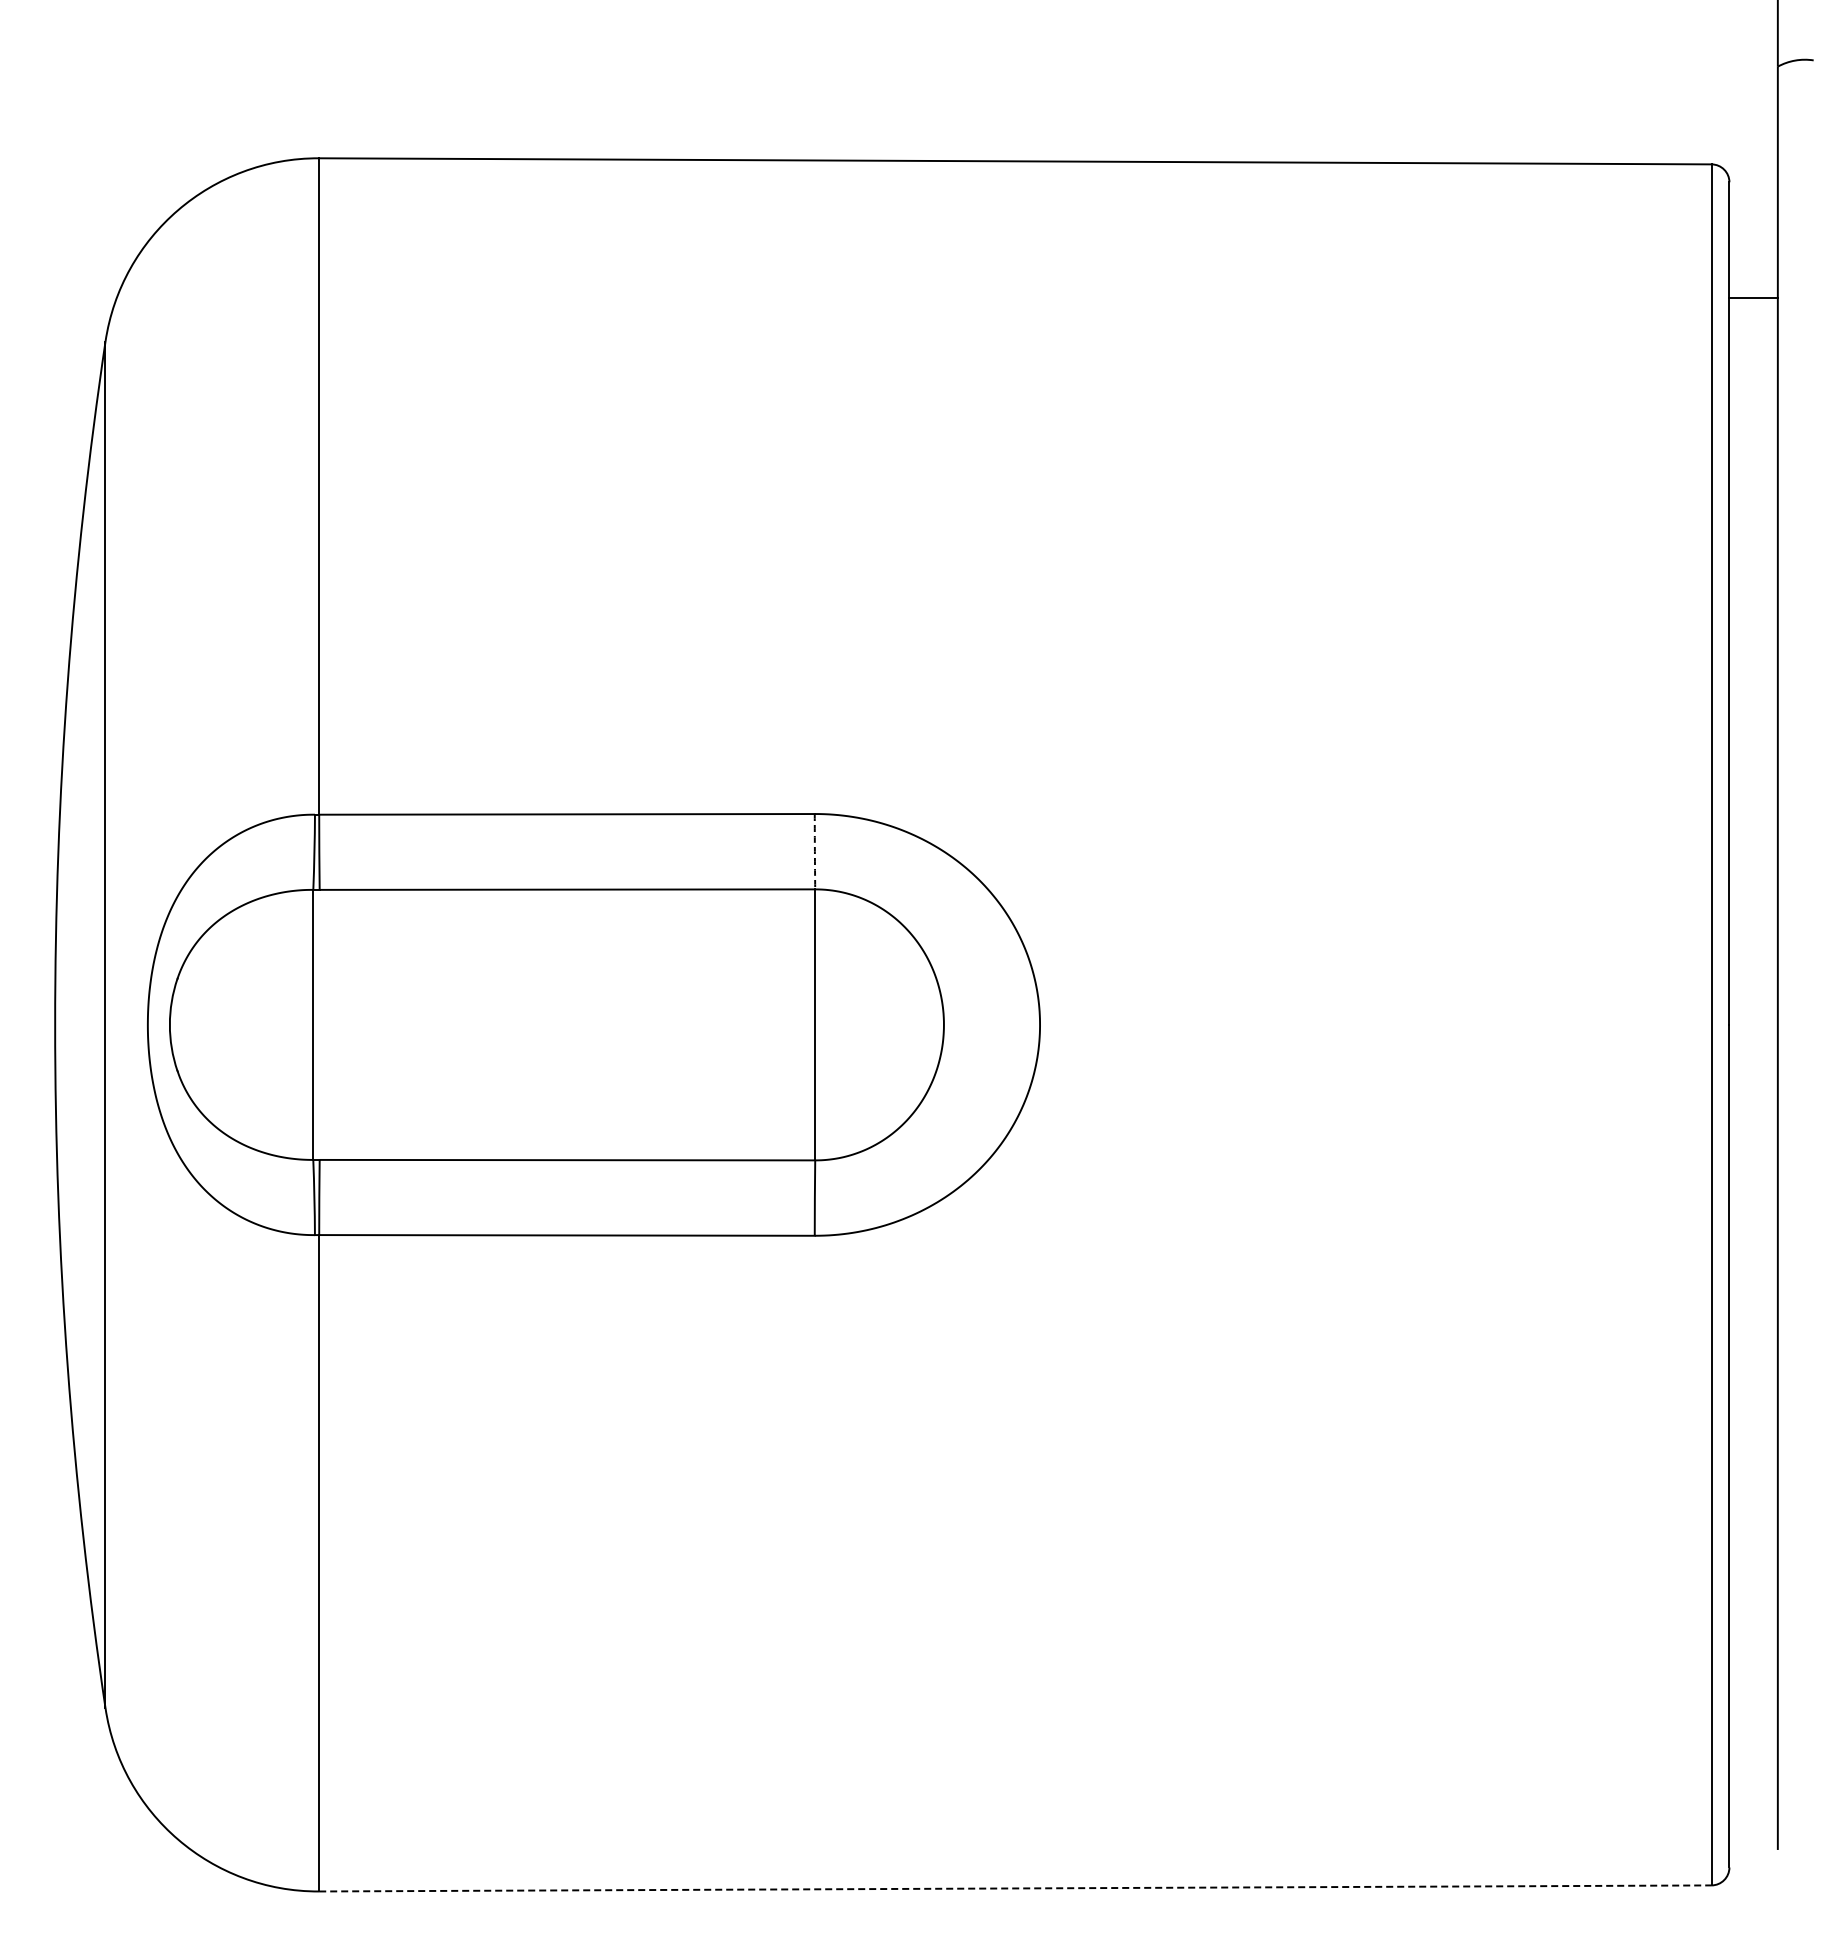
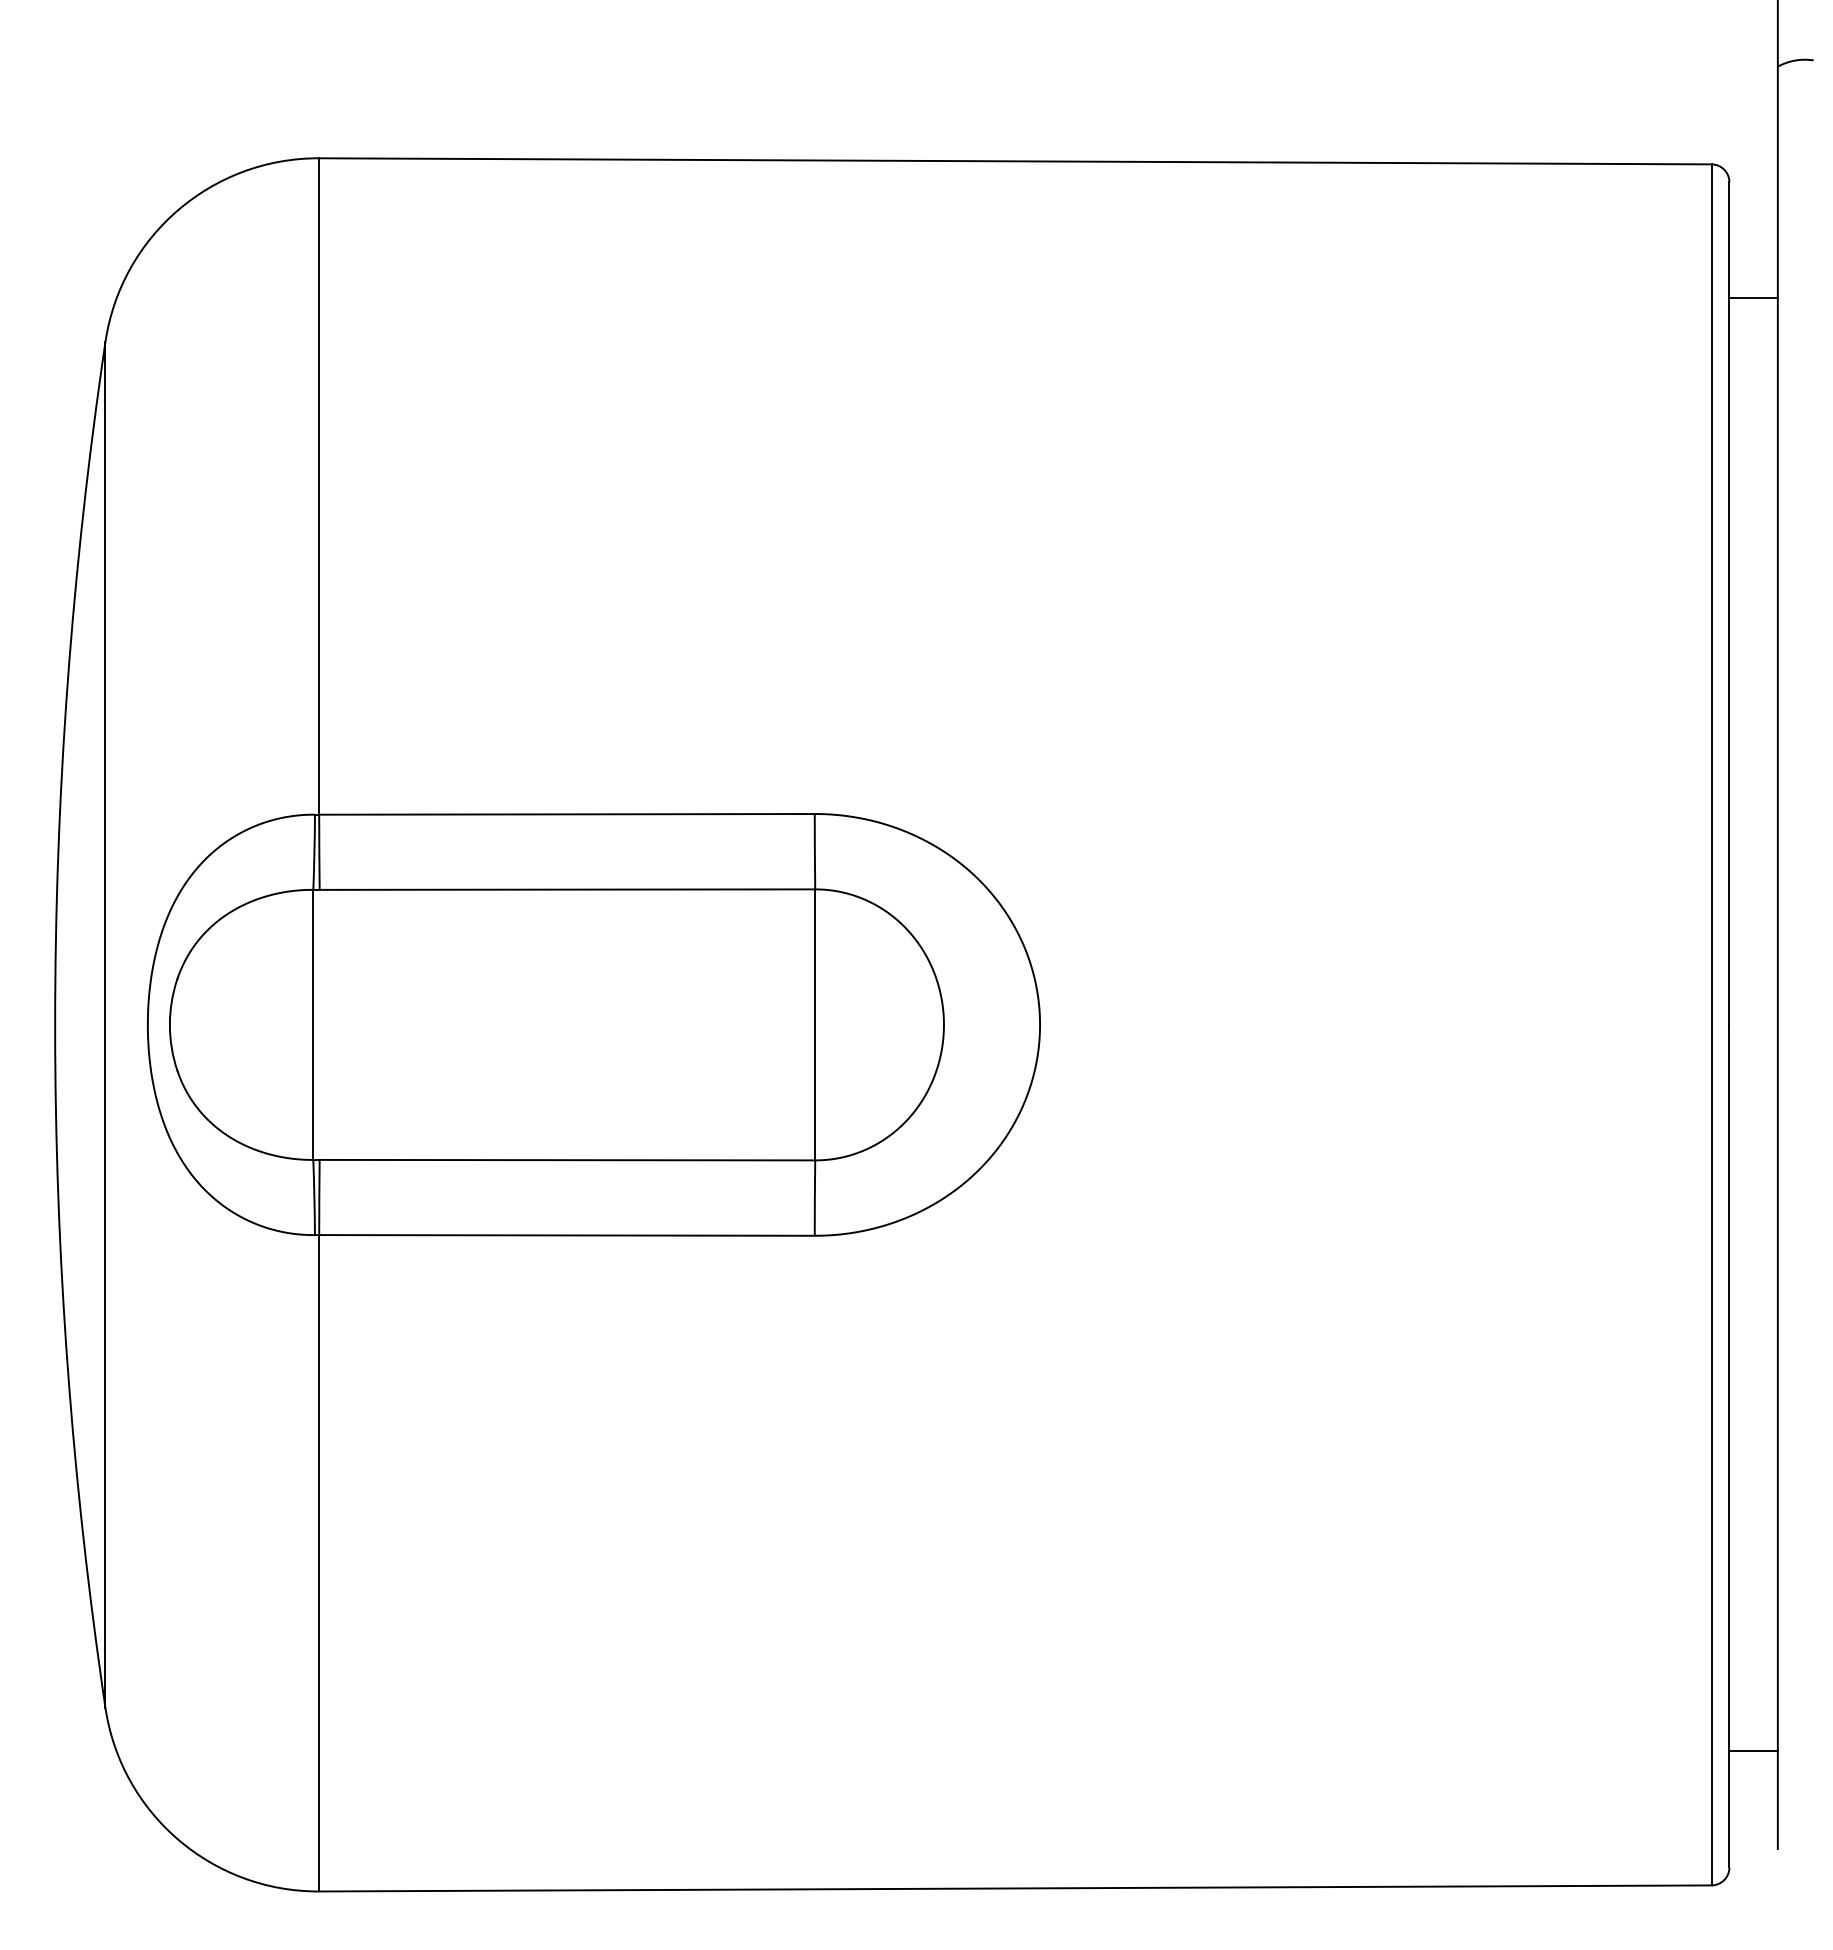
arc at (814, 851): dashed -> solid
line at (1753, 1751): none -> present
line at (1015, 1888): dashed -> solid
